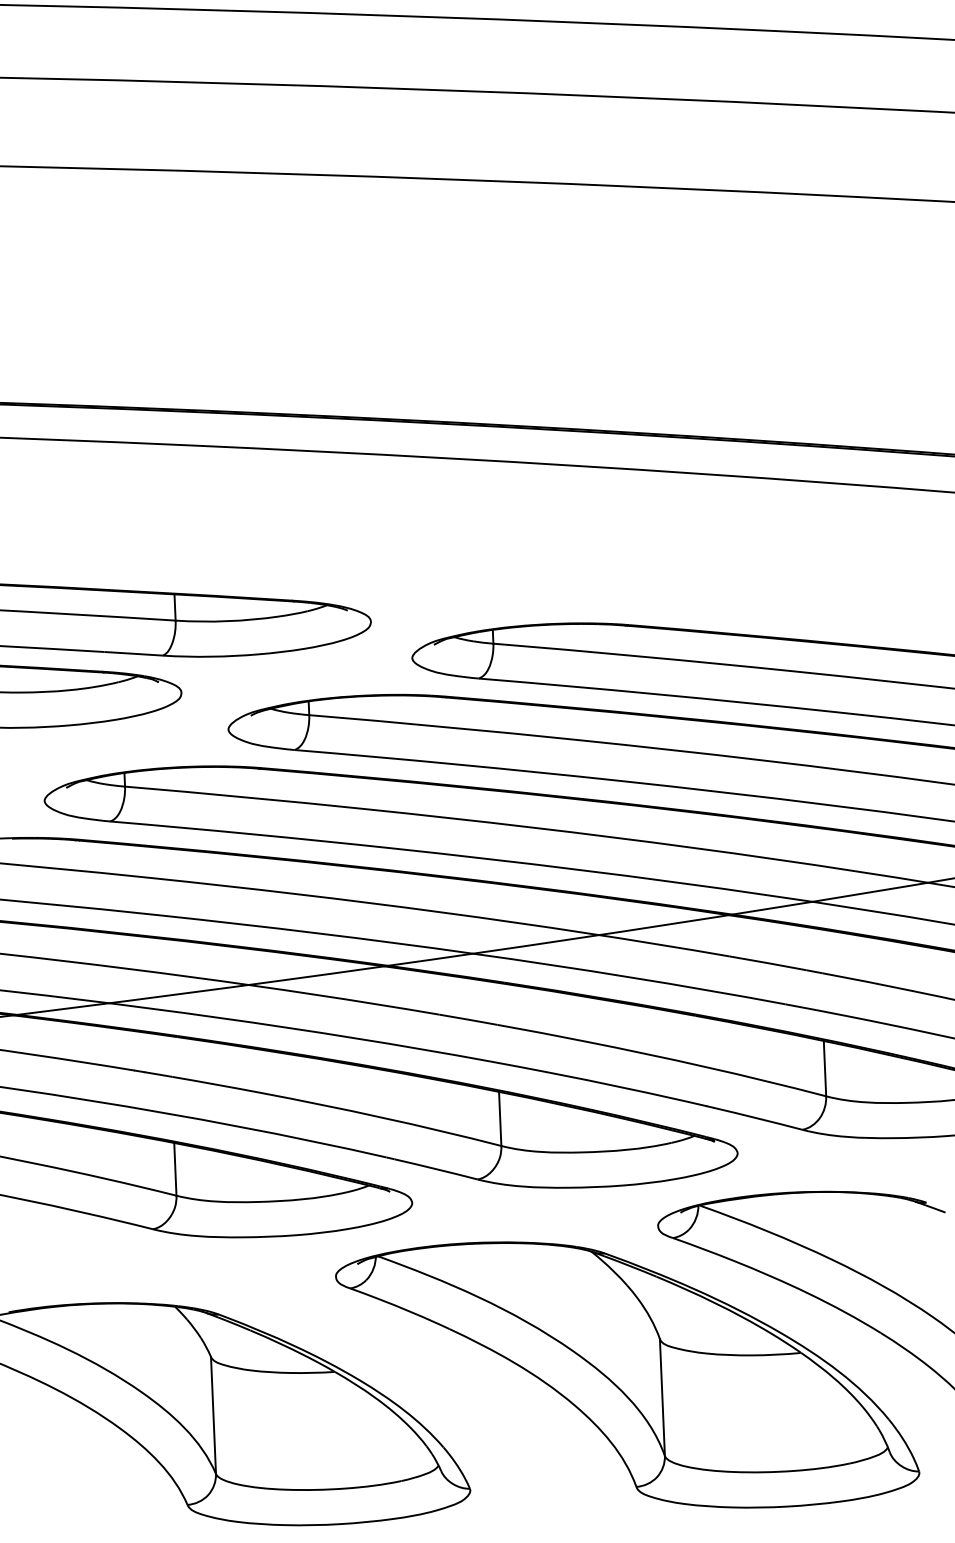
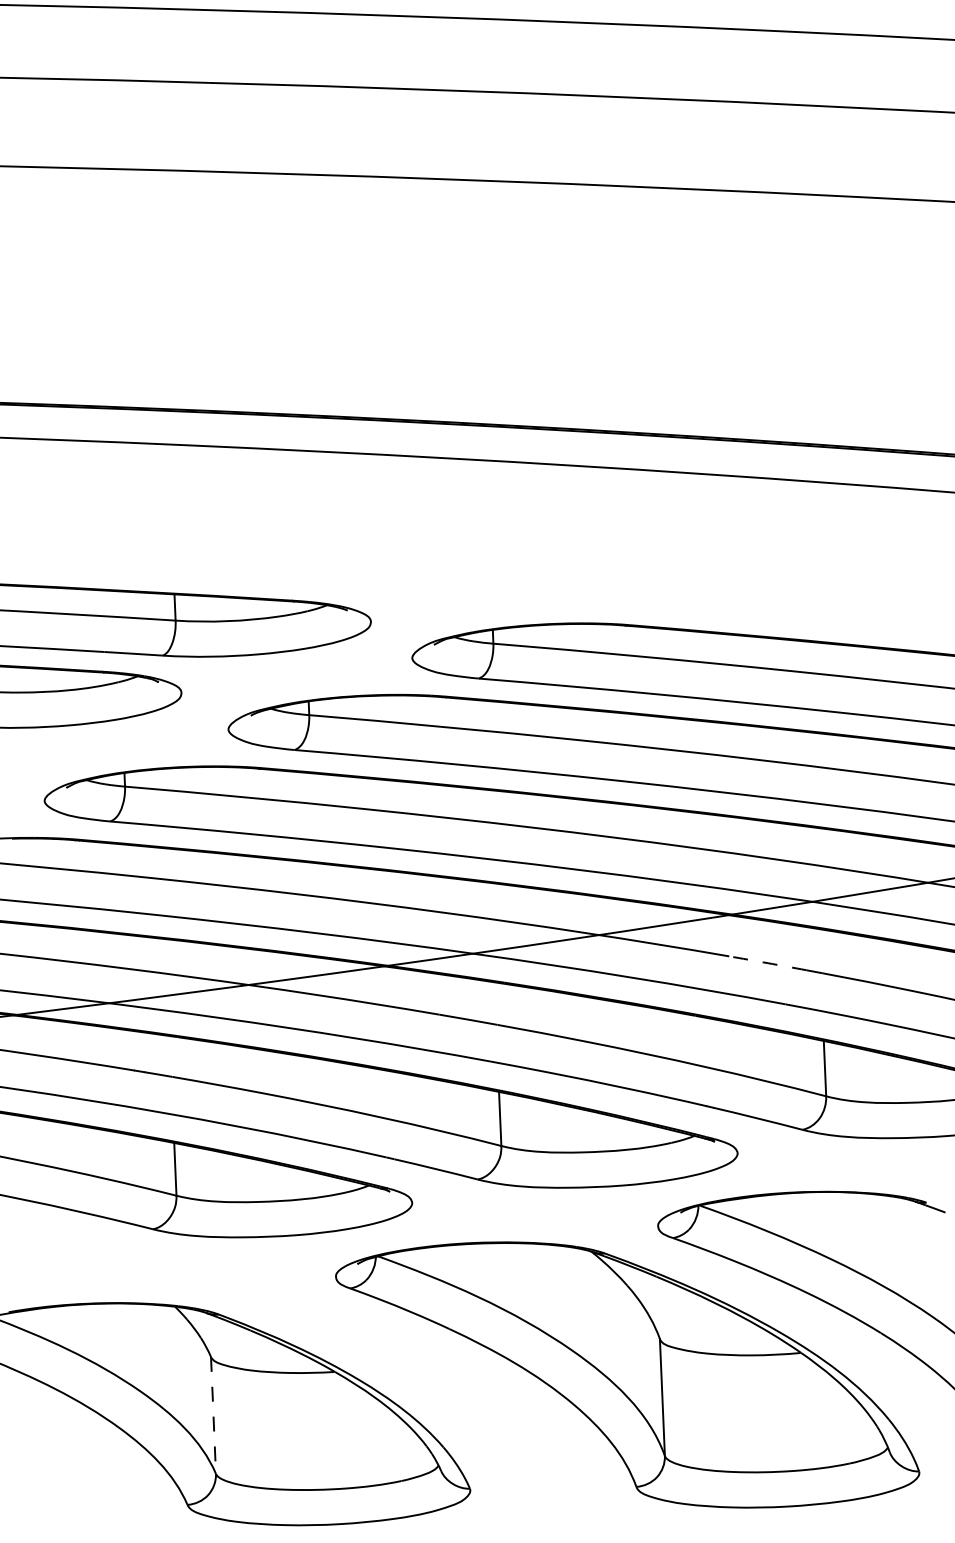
arc at (767, 963): solid -> dashed
line at (213, 1415): solid -> dashed
